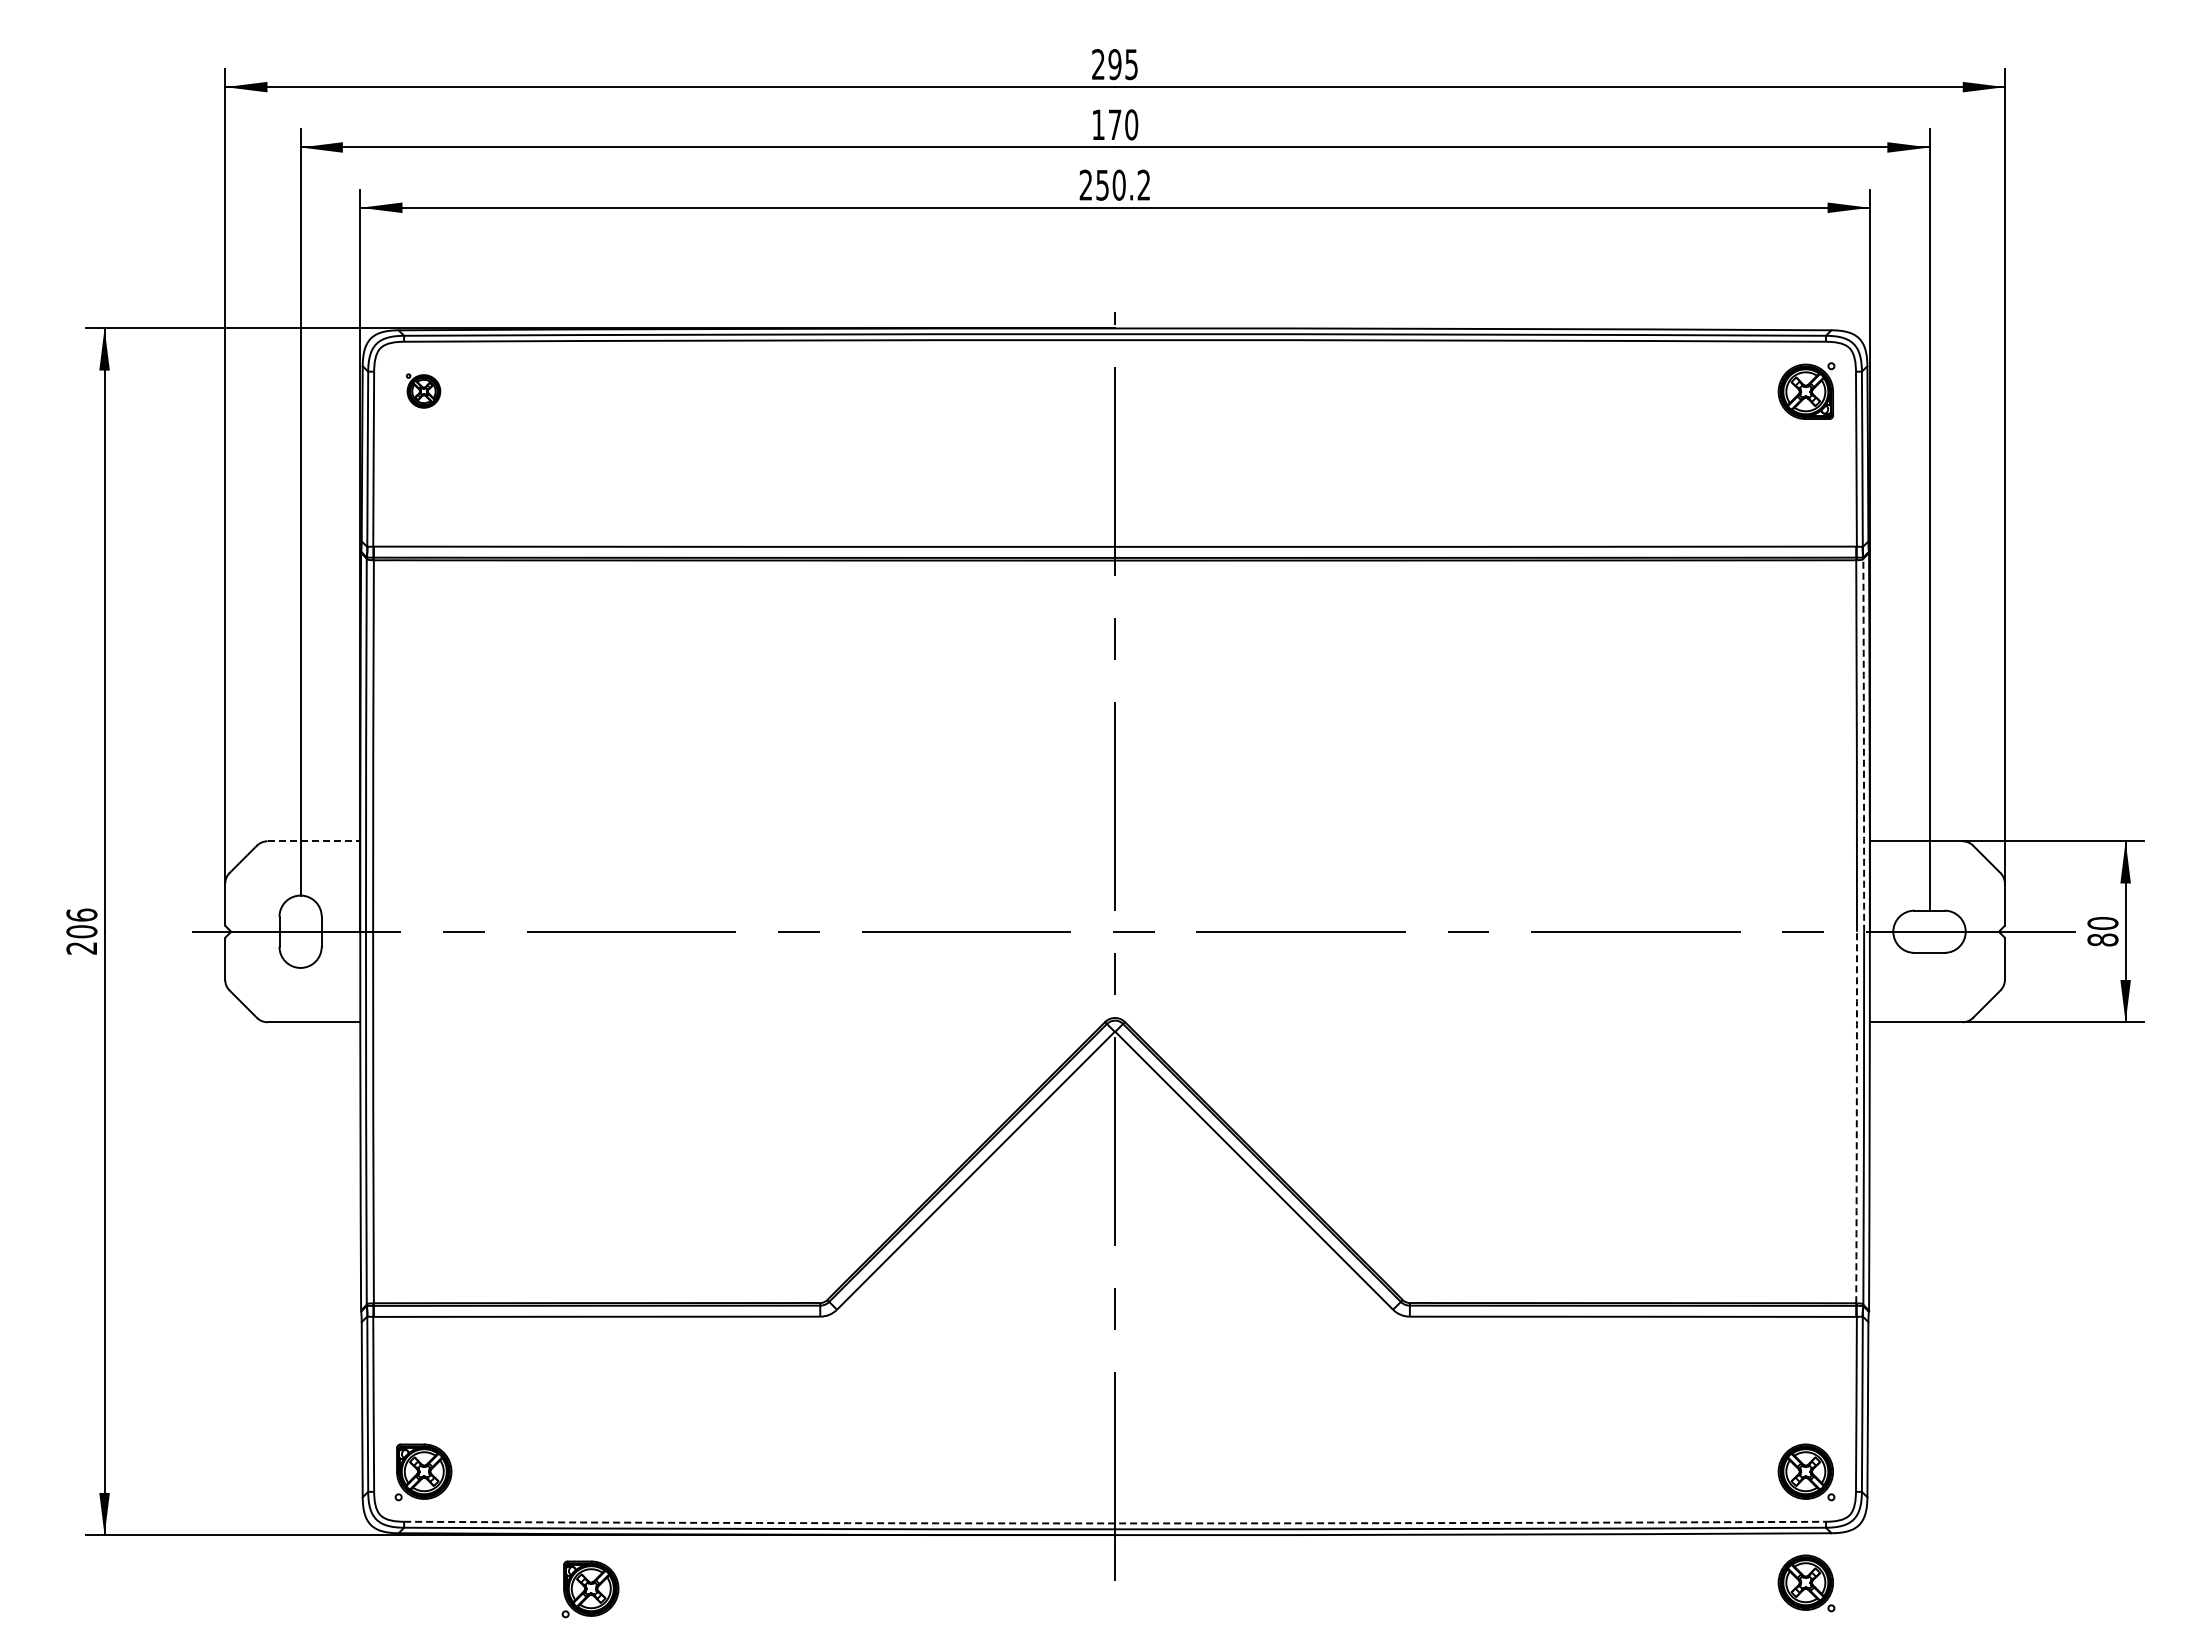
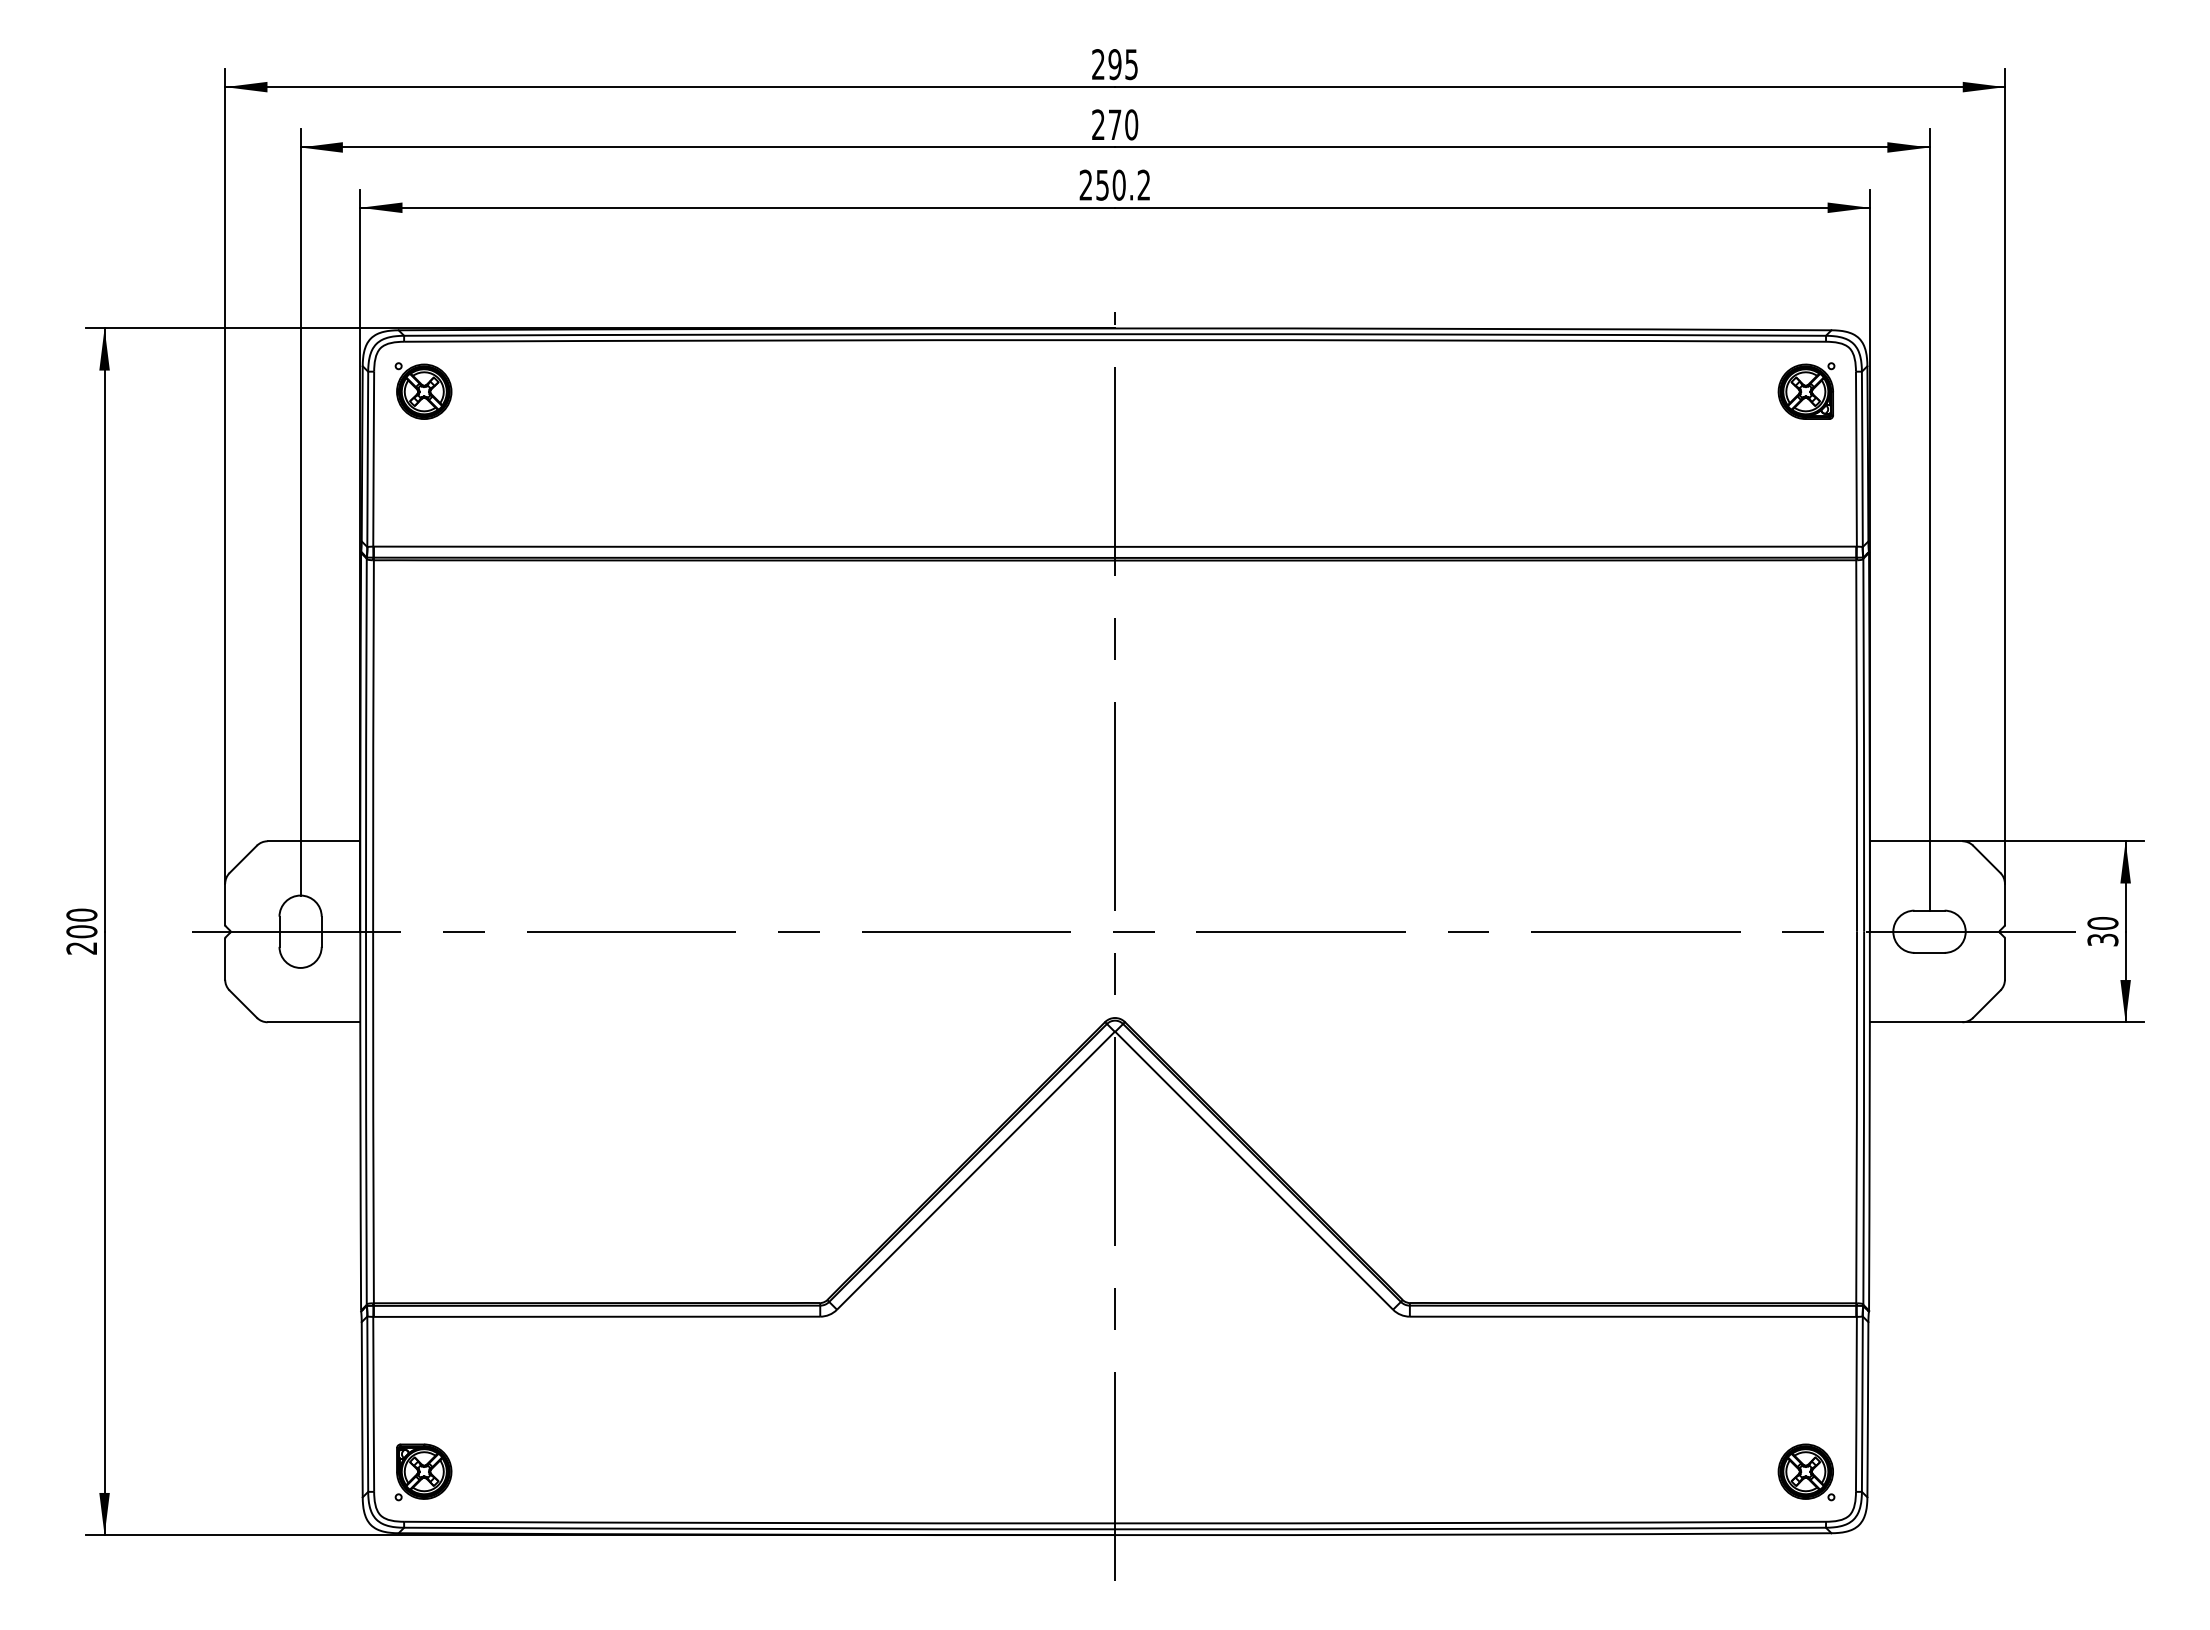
text at (1098, 124): 170 -> 270
part at (423, 390) size: 36x36 px -> 59x58 px
arc at (1863, 745): dashed -> solid
line at (314, 841): dashed -> solid
text at (81, 914): 206 -> 200
text at (2102, 939): 80 -> 30
arc at (1856, 1117): dashed -> solid
arc at (1115, 1523): dashed -> solid
part at (1806, 1583): present -> none
part at (590, 1589): present -> none
